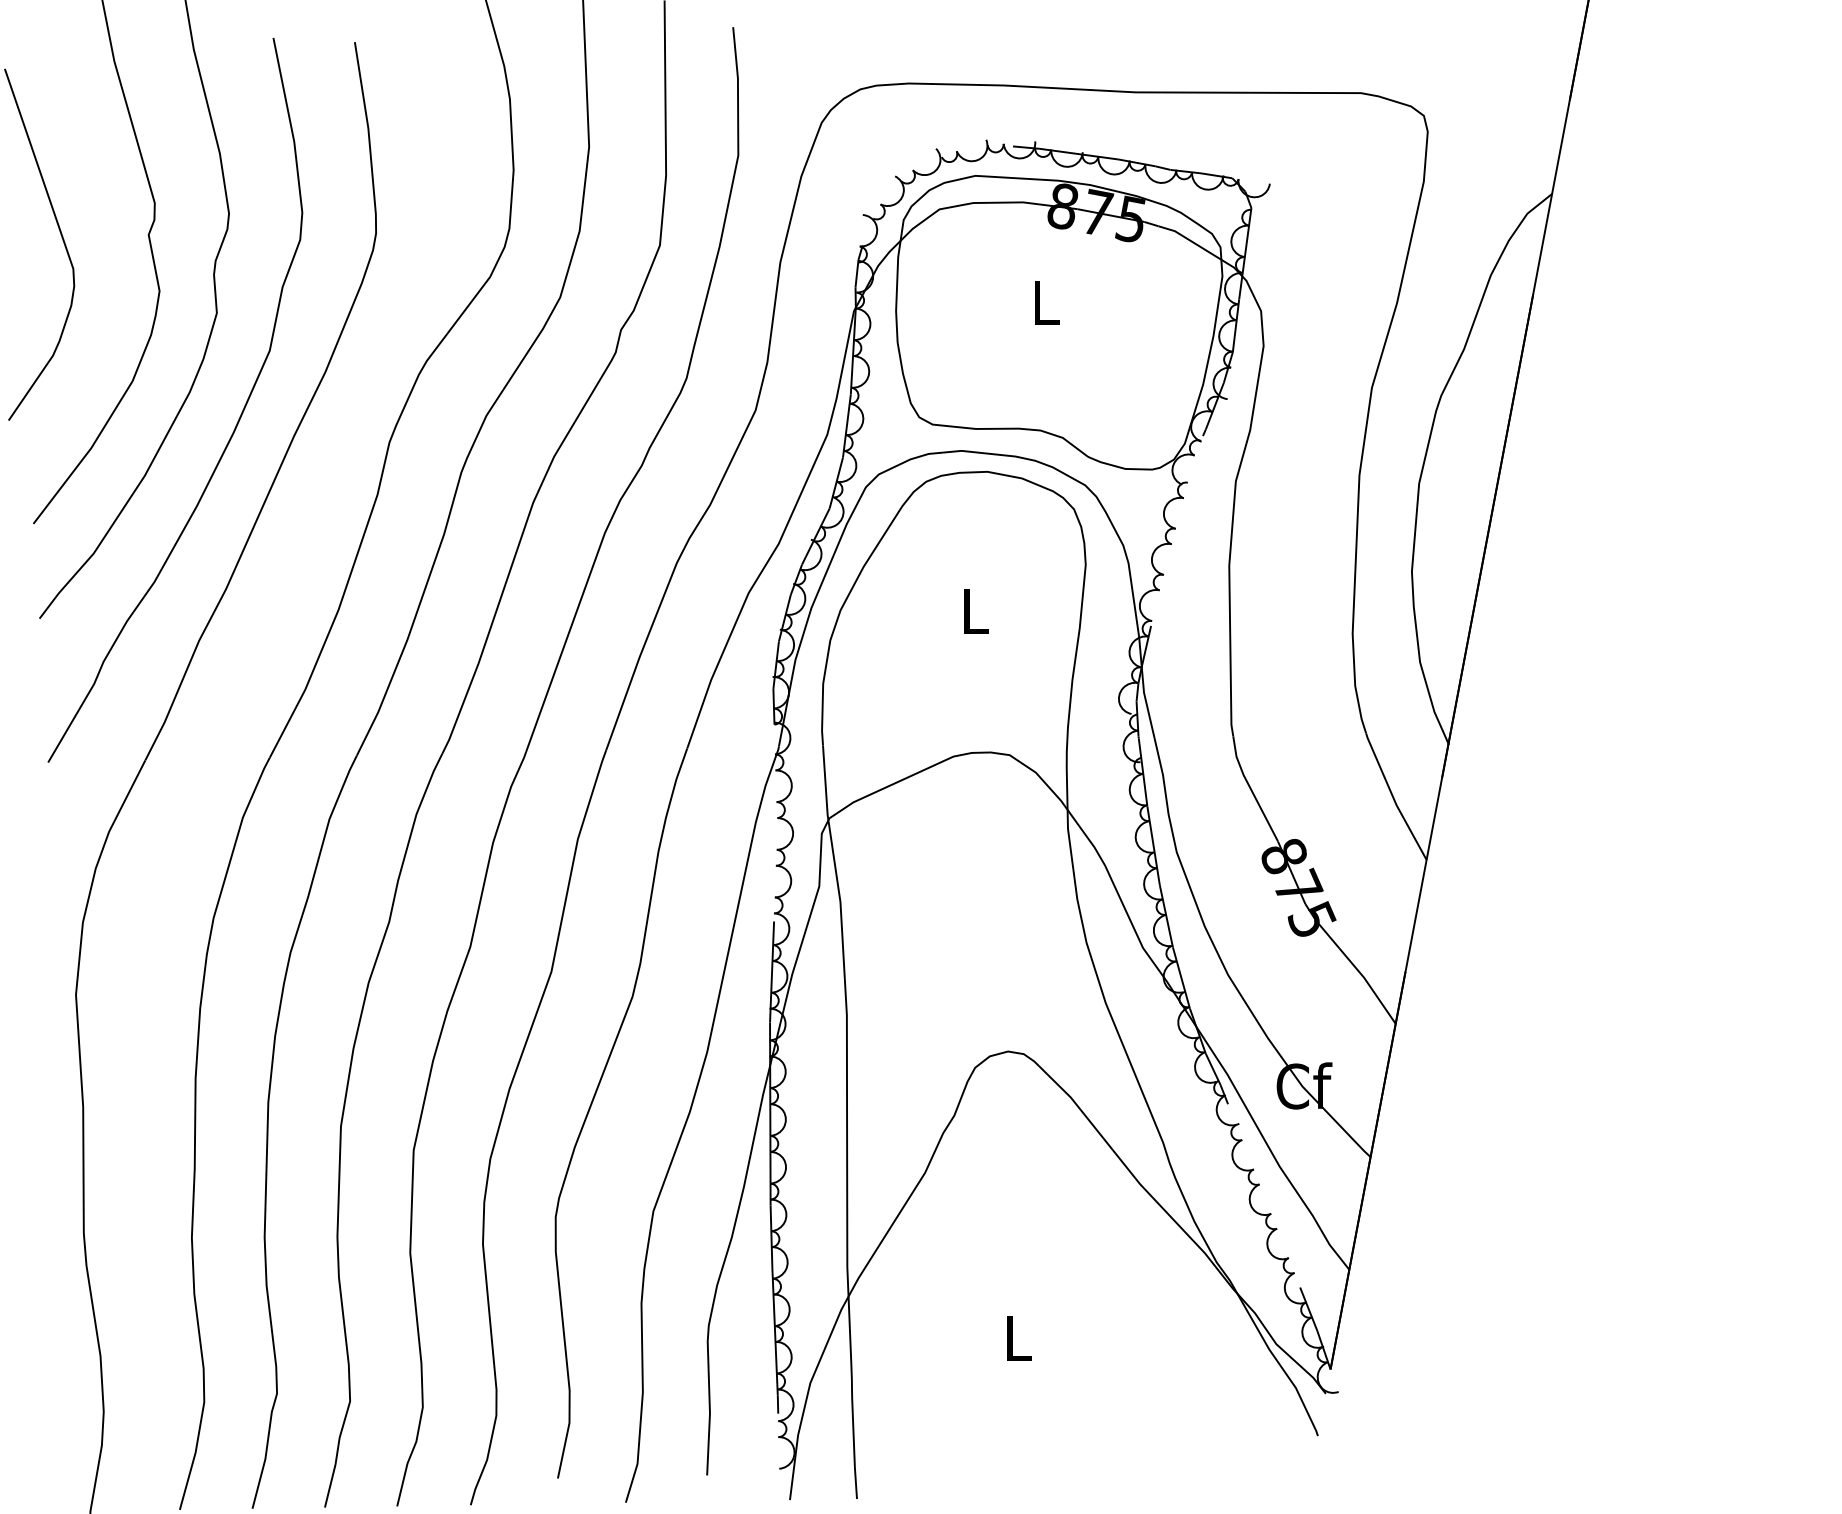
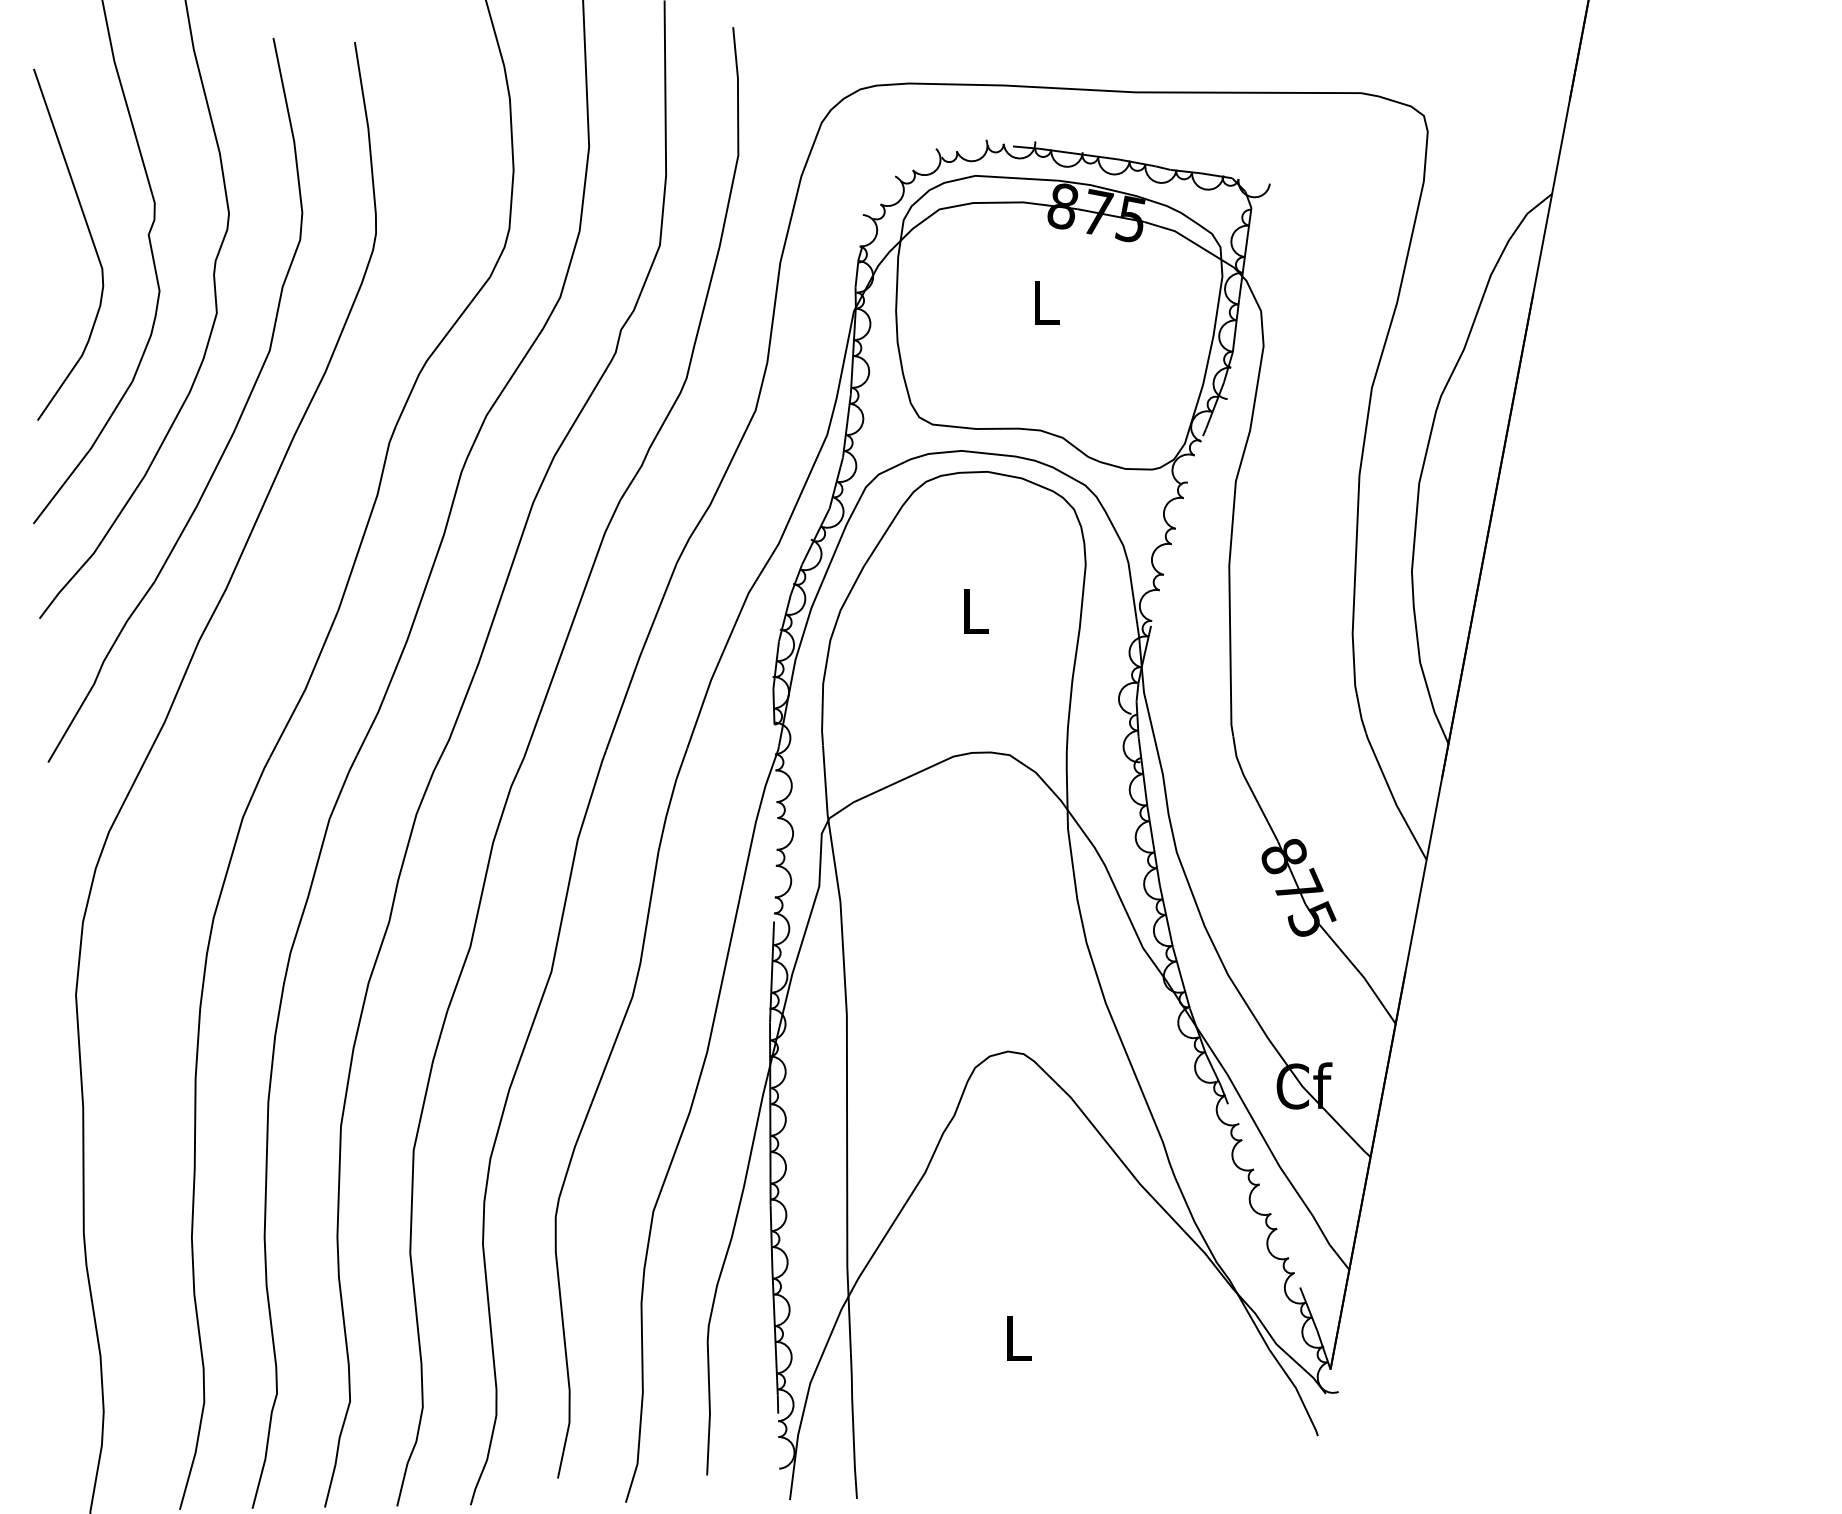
curve at (61, 237) position: (61, 237) -> (90, 237)
